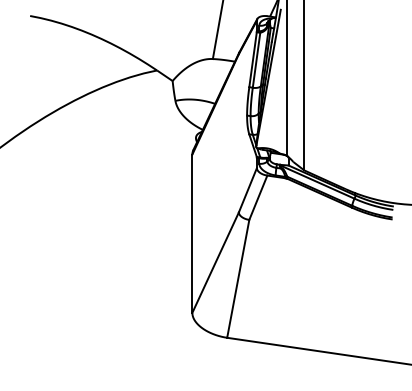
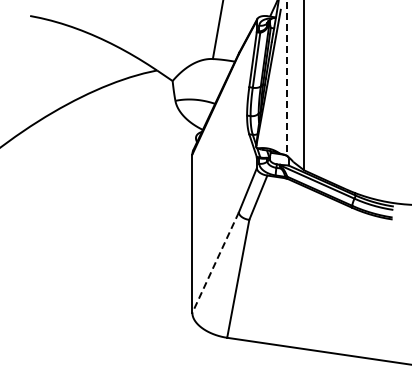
line at (286, 77): solid -> dashed
line at (215, 263): solid -> dashed
